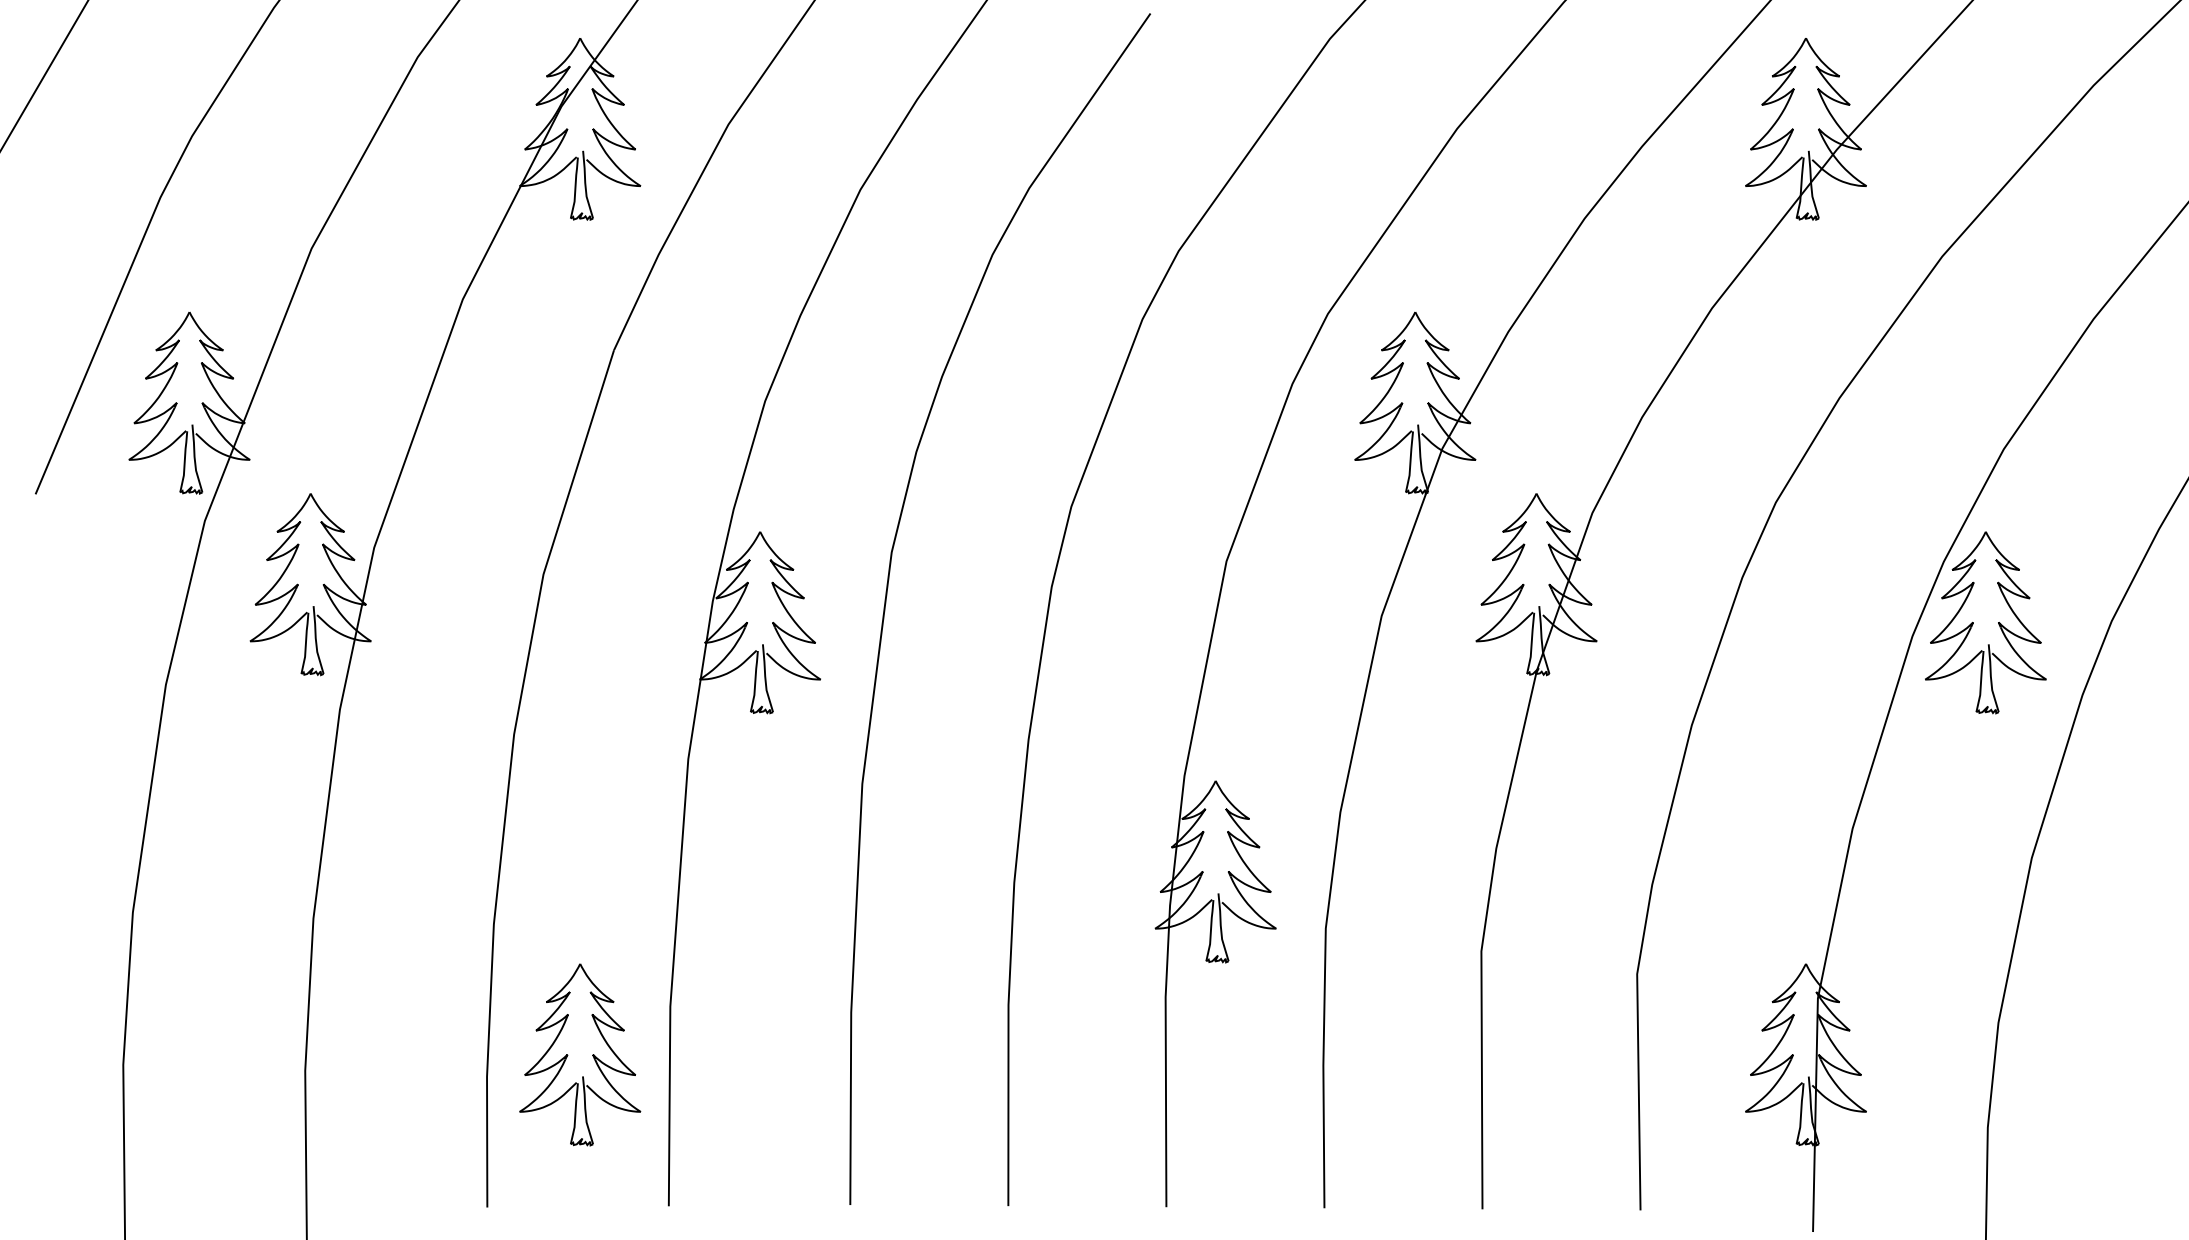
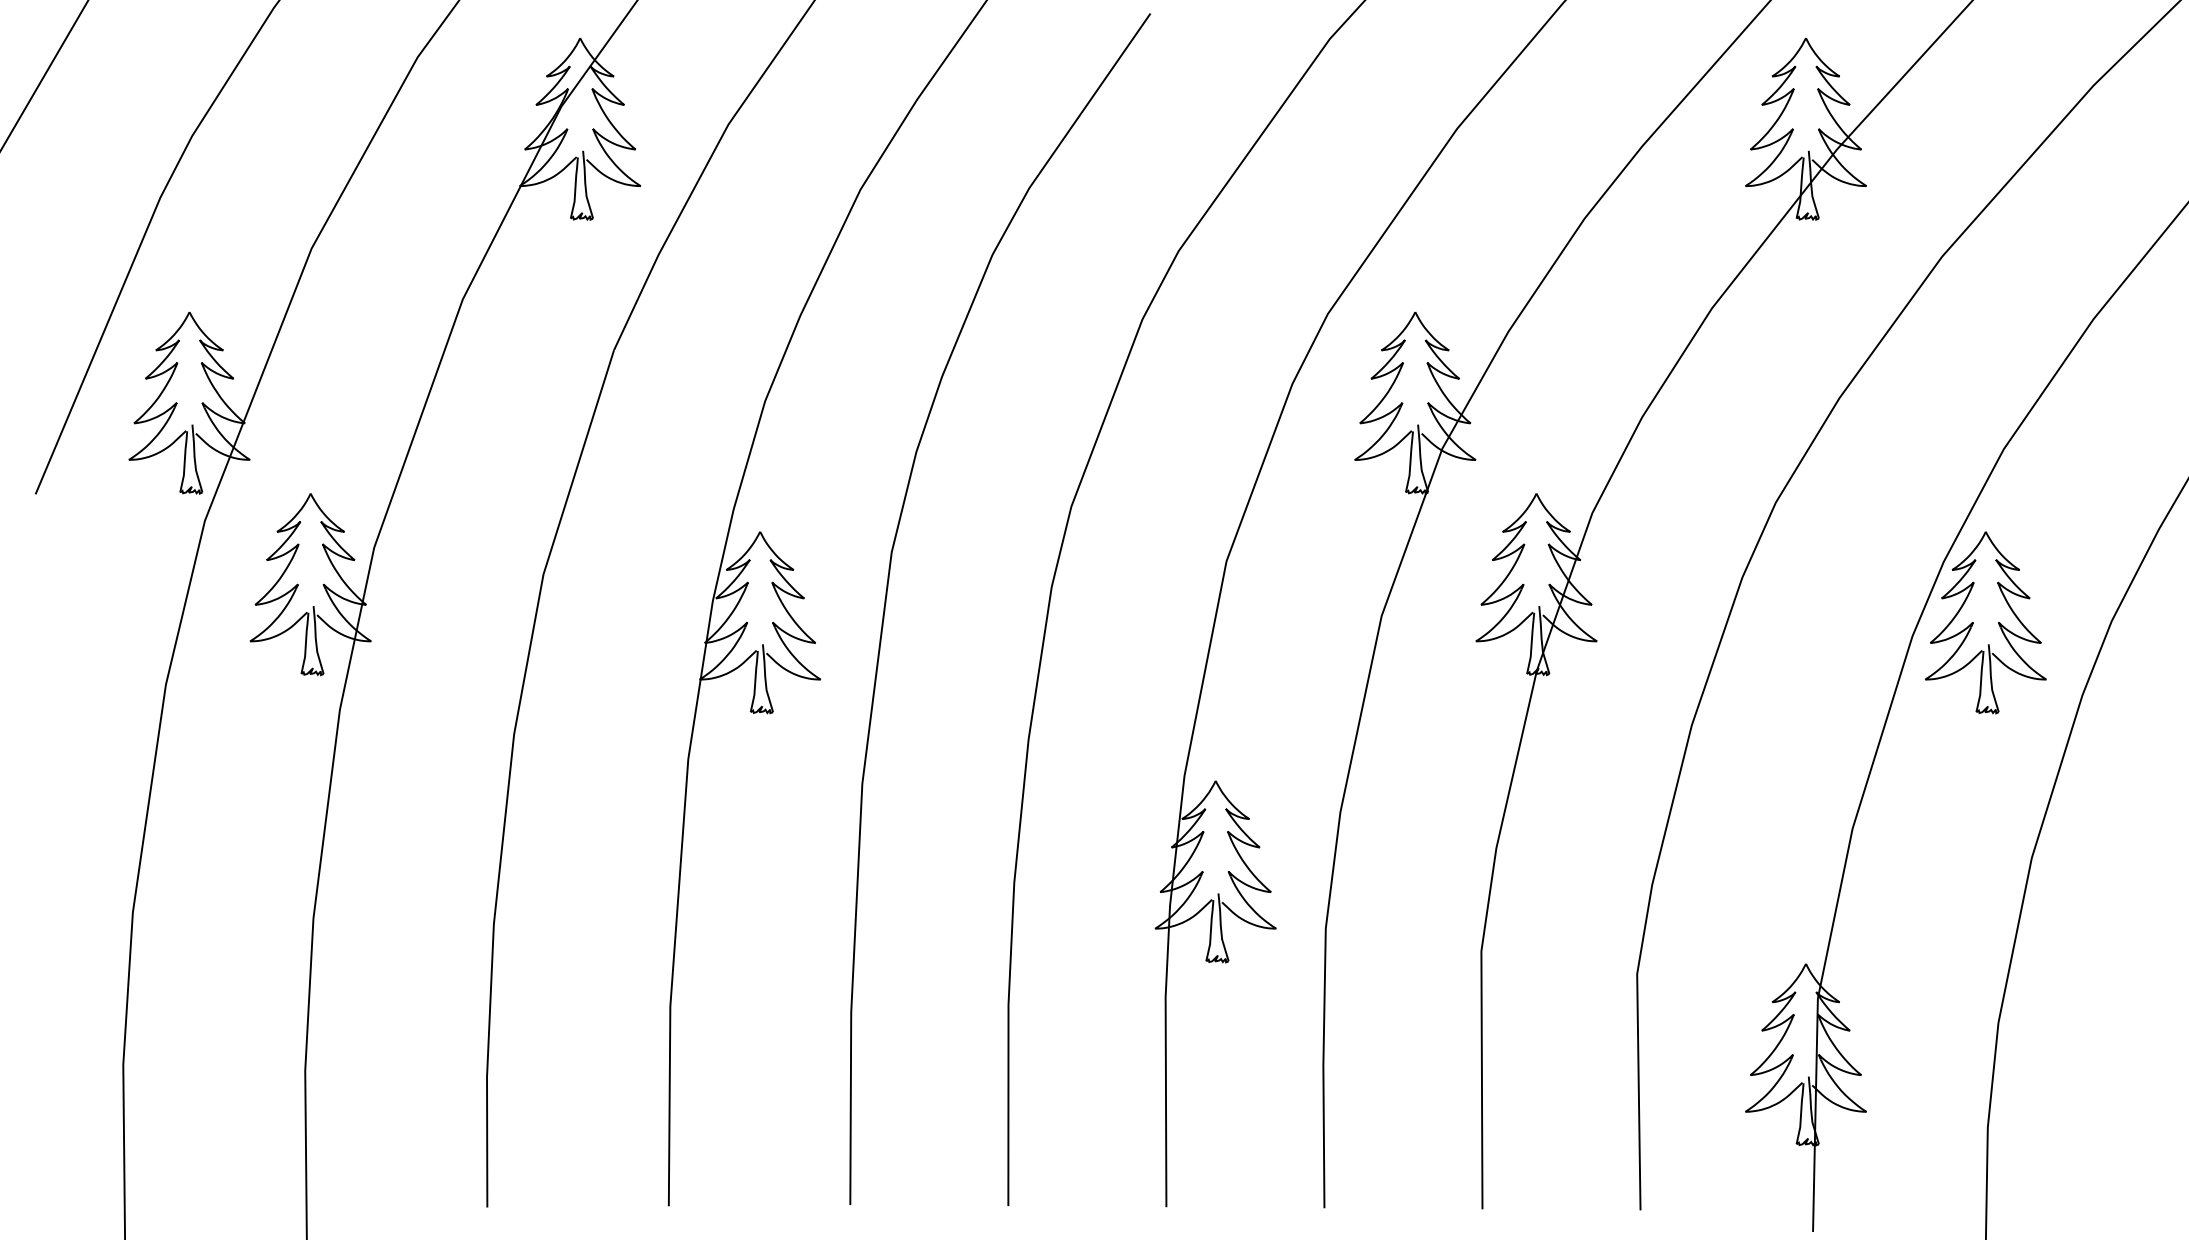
part at (592, 1054): present -> none
